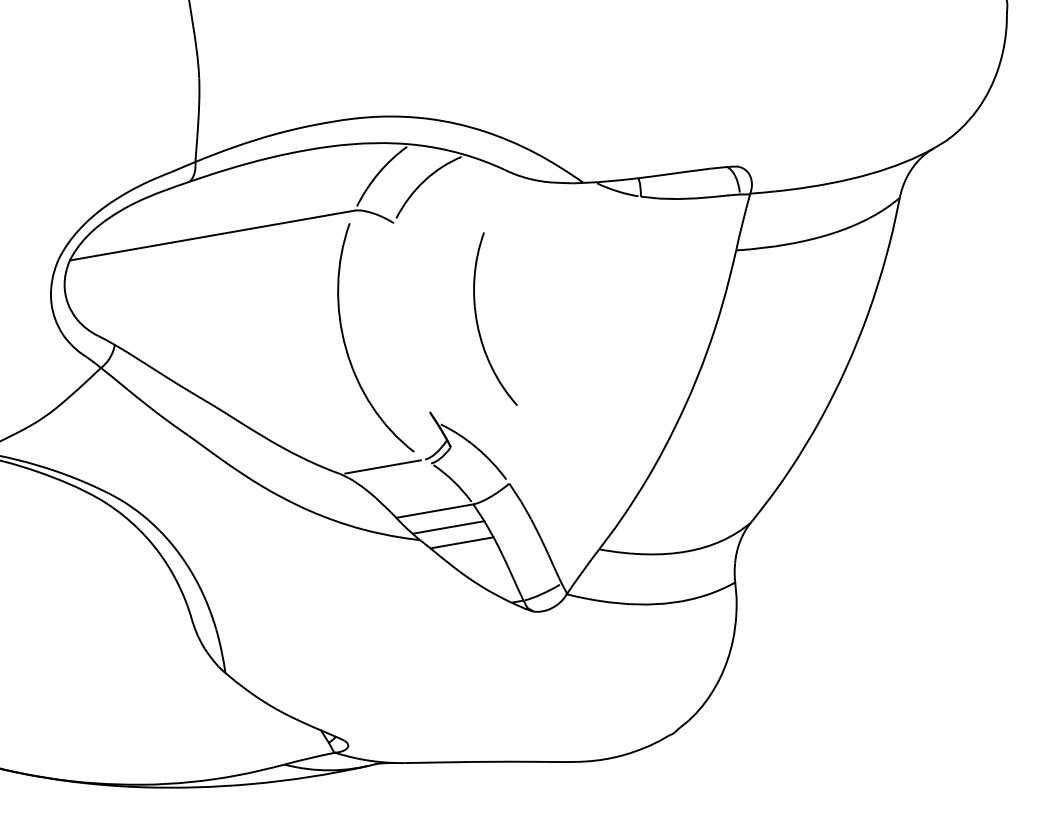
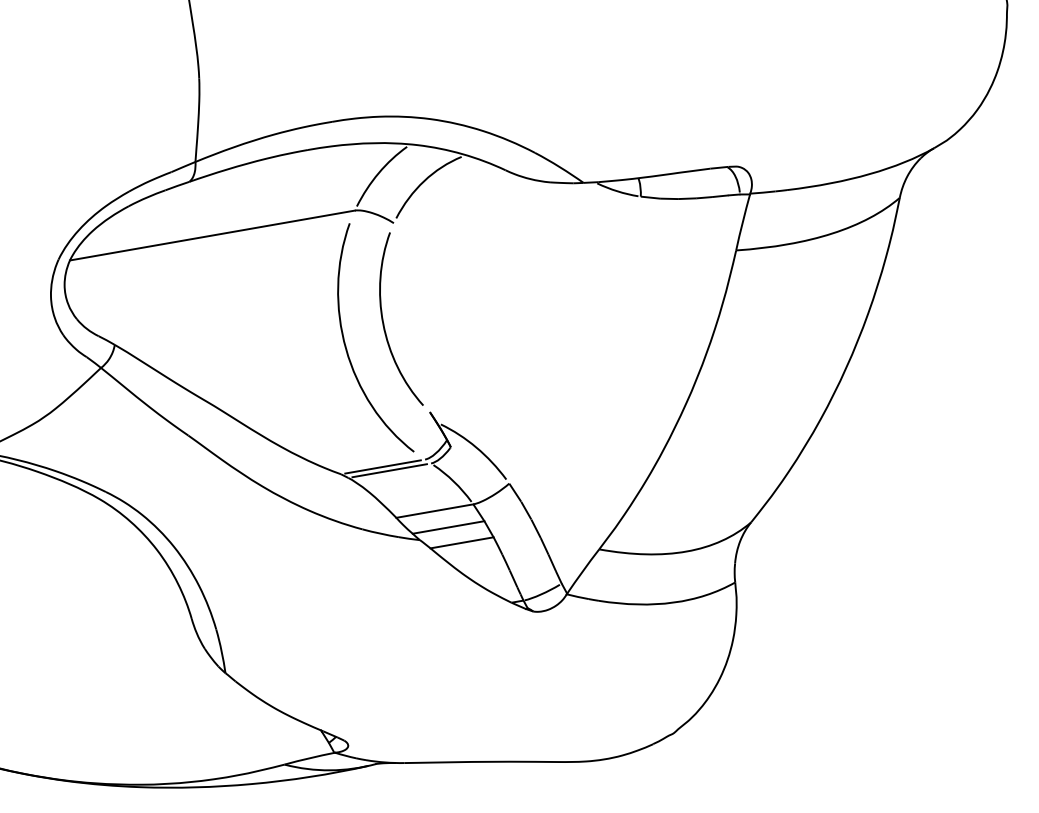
curve at (478, 323) position: (478, 323) -> (384, 323)
line at (389, 470): none -> present
